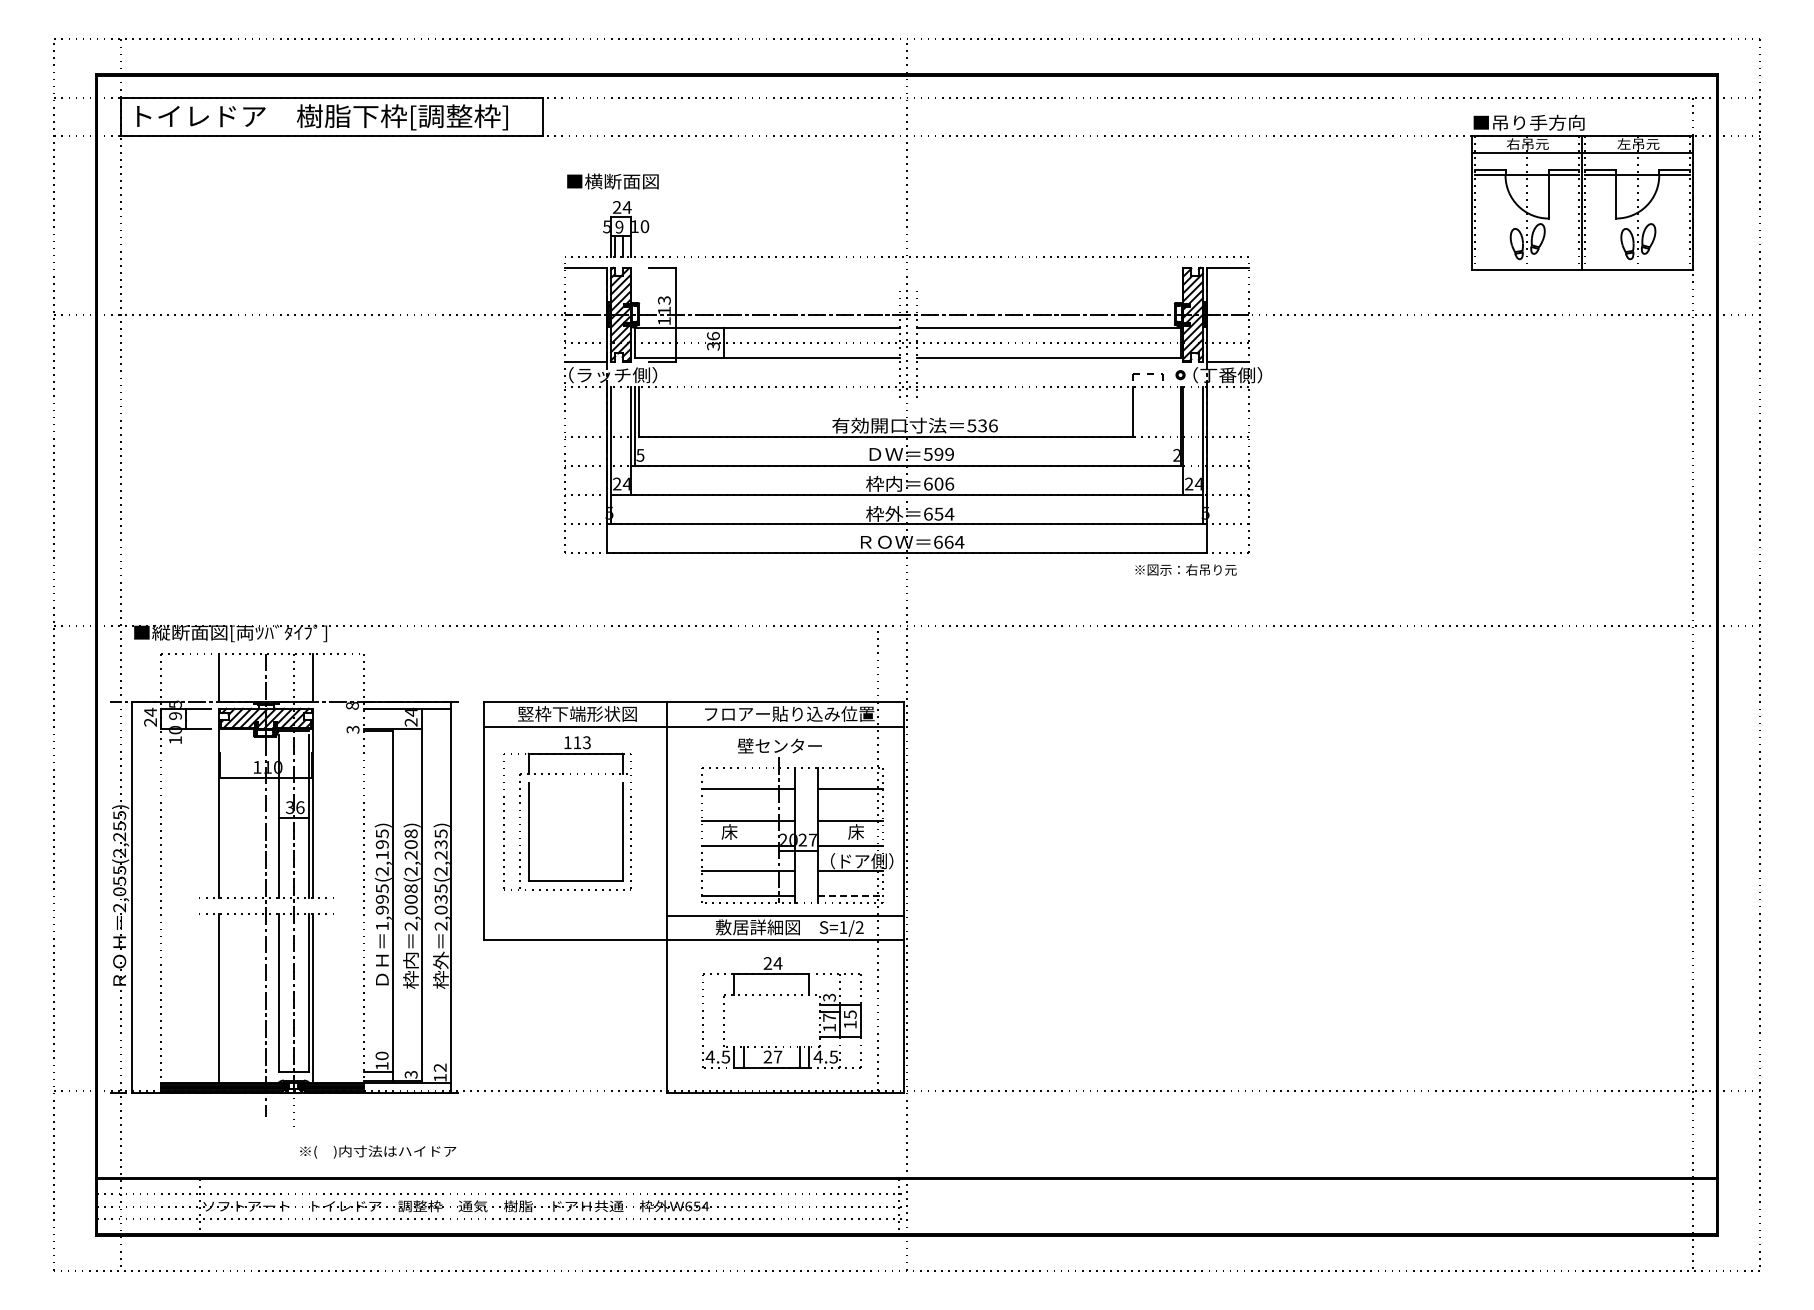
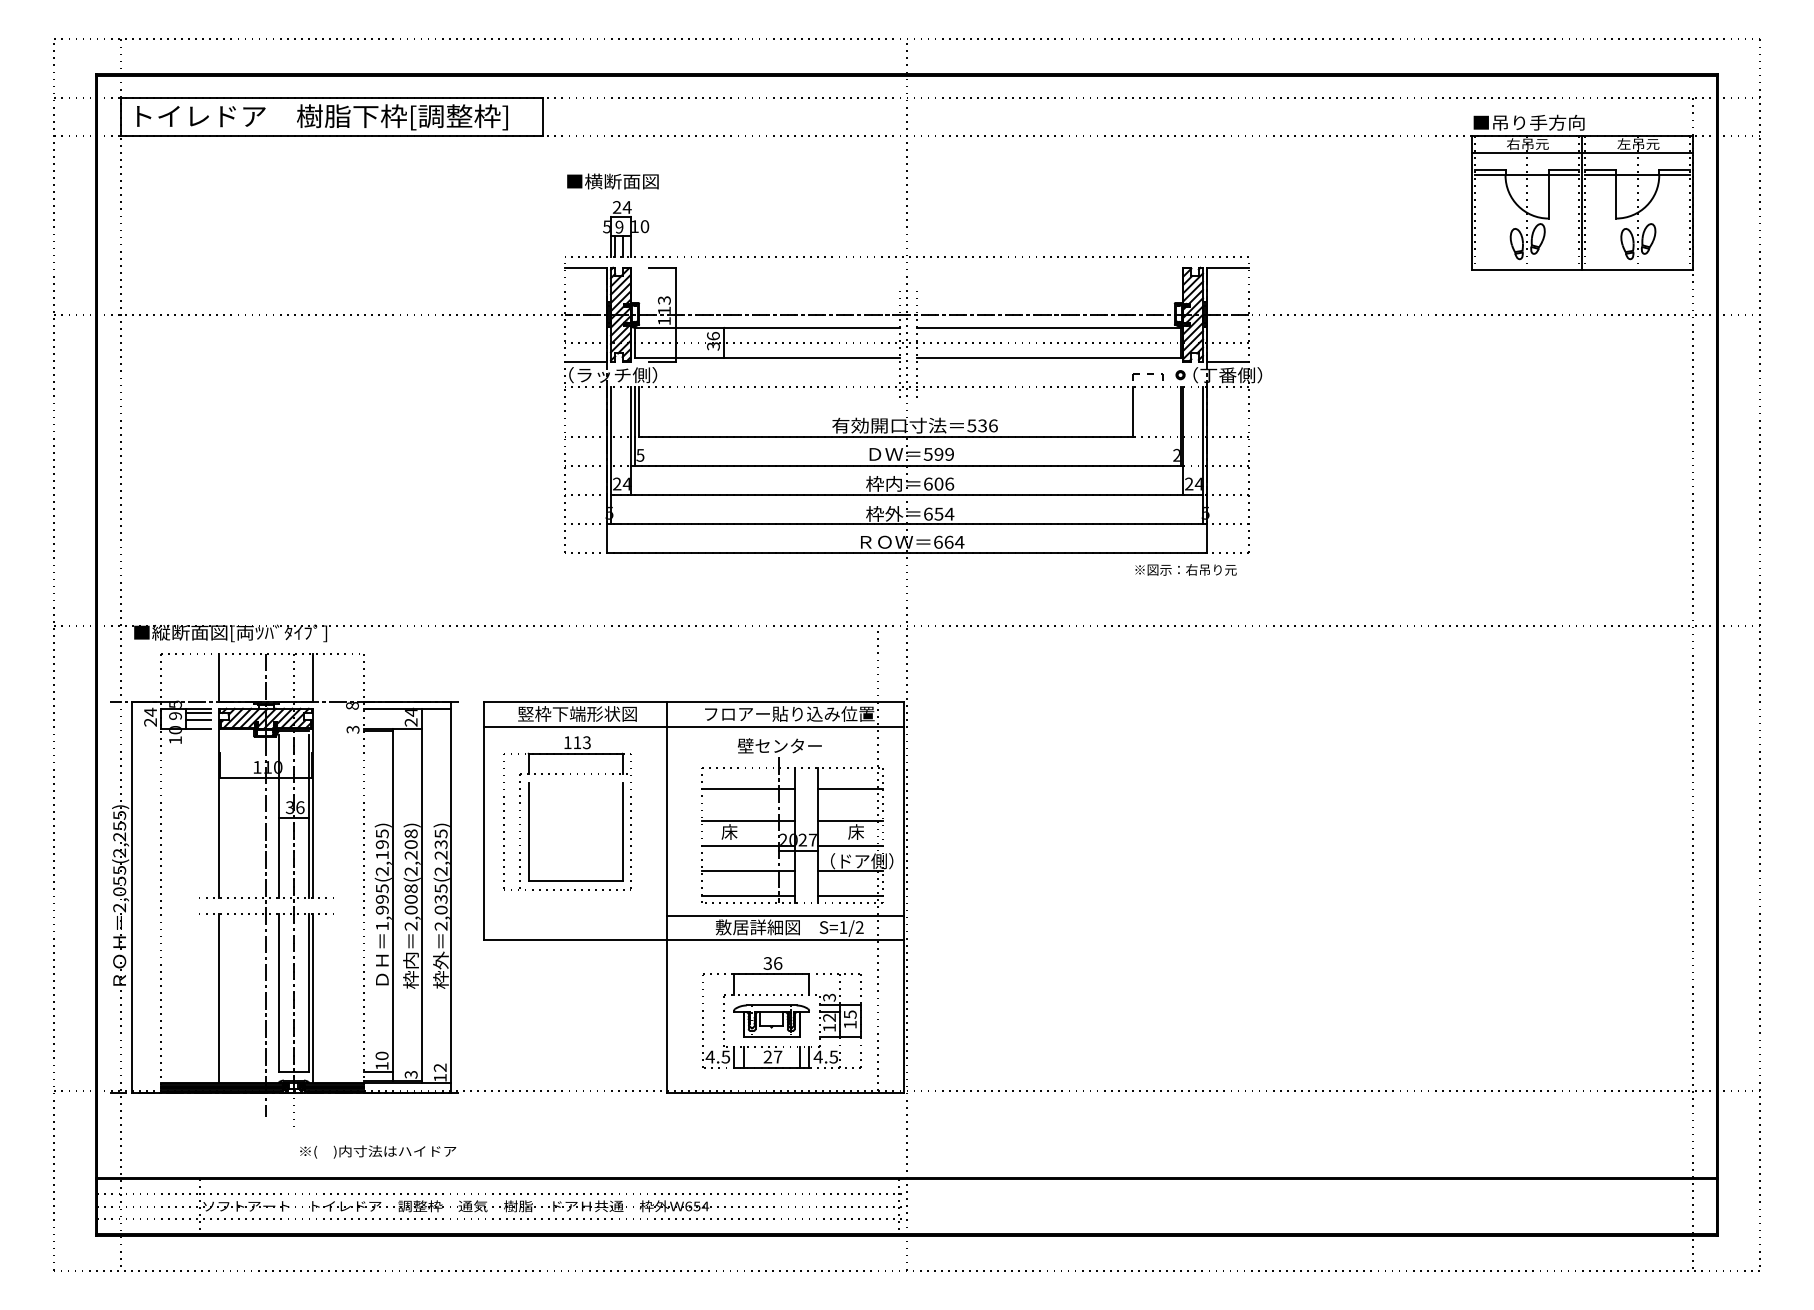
line at (198, 712): none -> present
line at (198, 720): none -> present
line at (850, 896): dashed -> solid
text at (772, 963): 24 -> 36
text at (829, 1017): 17 -> 12
part at (771, 1020): none -> present
